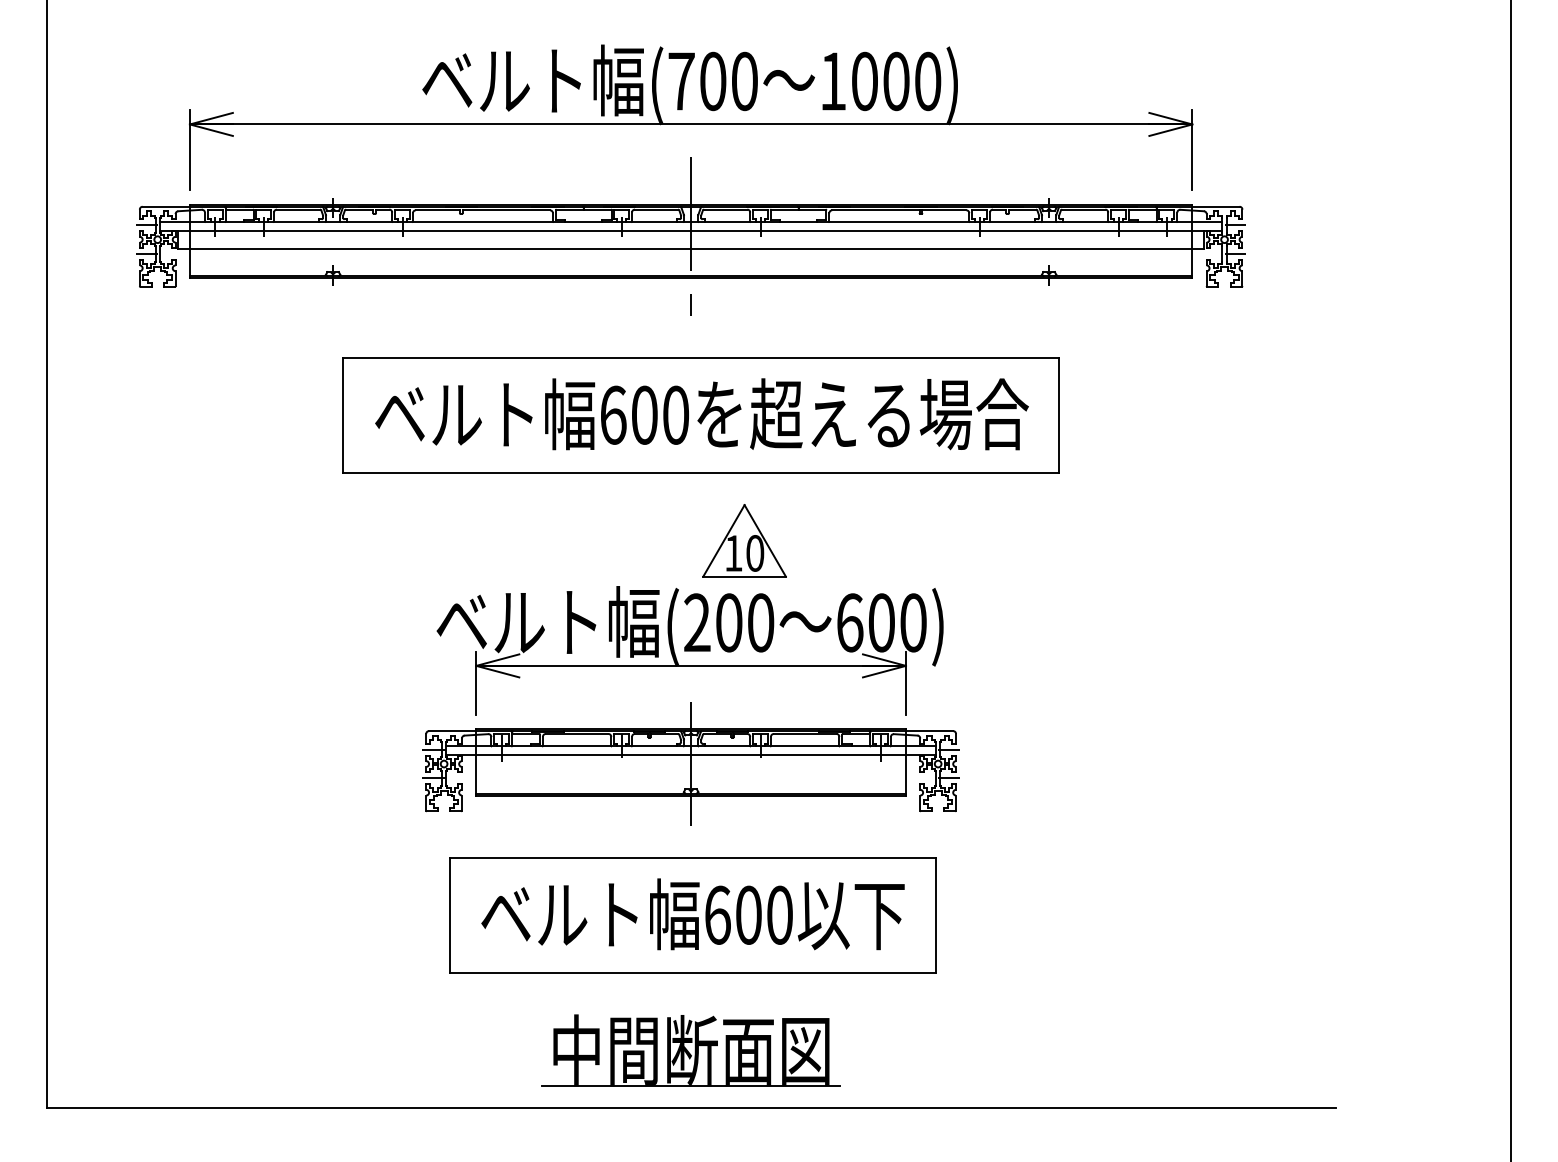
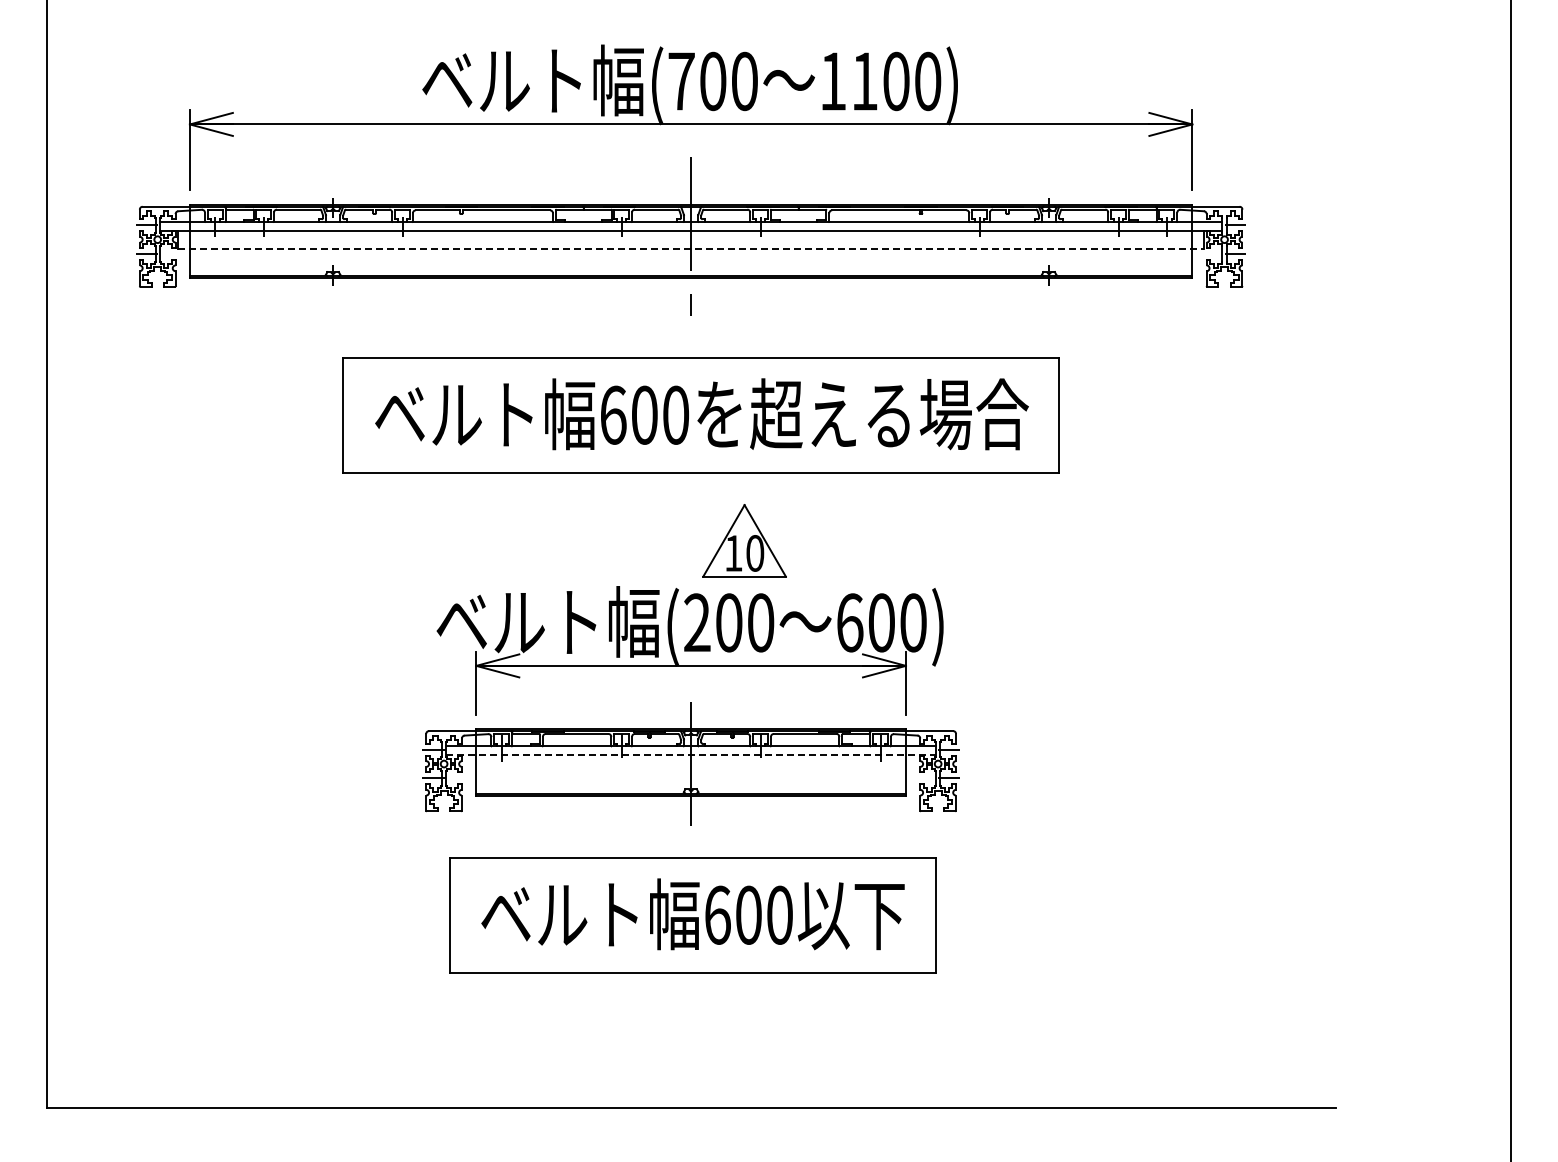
text at (864, 81): 1000) -> 1100)
line at (691, 249): solid -> dashed
line at (691, 755): solid -> dashed
part at (690, 1050): present -> none
